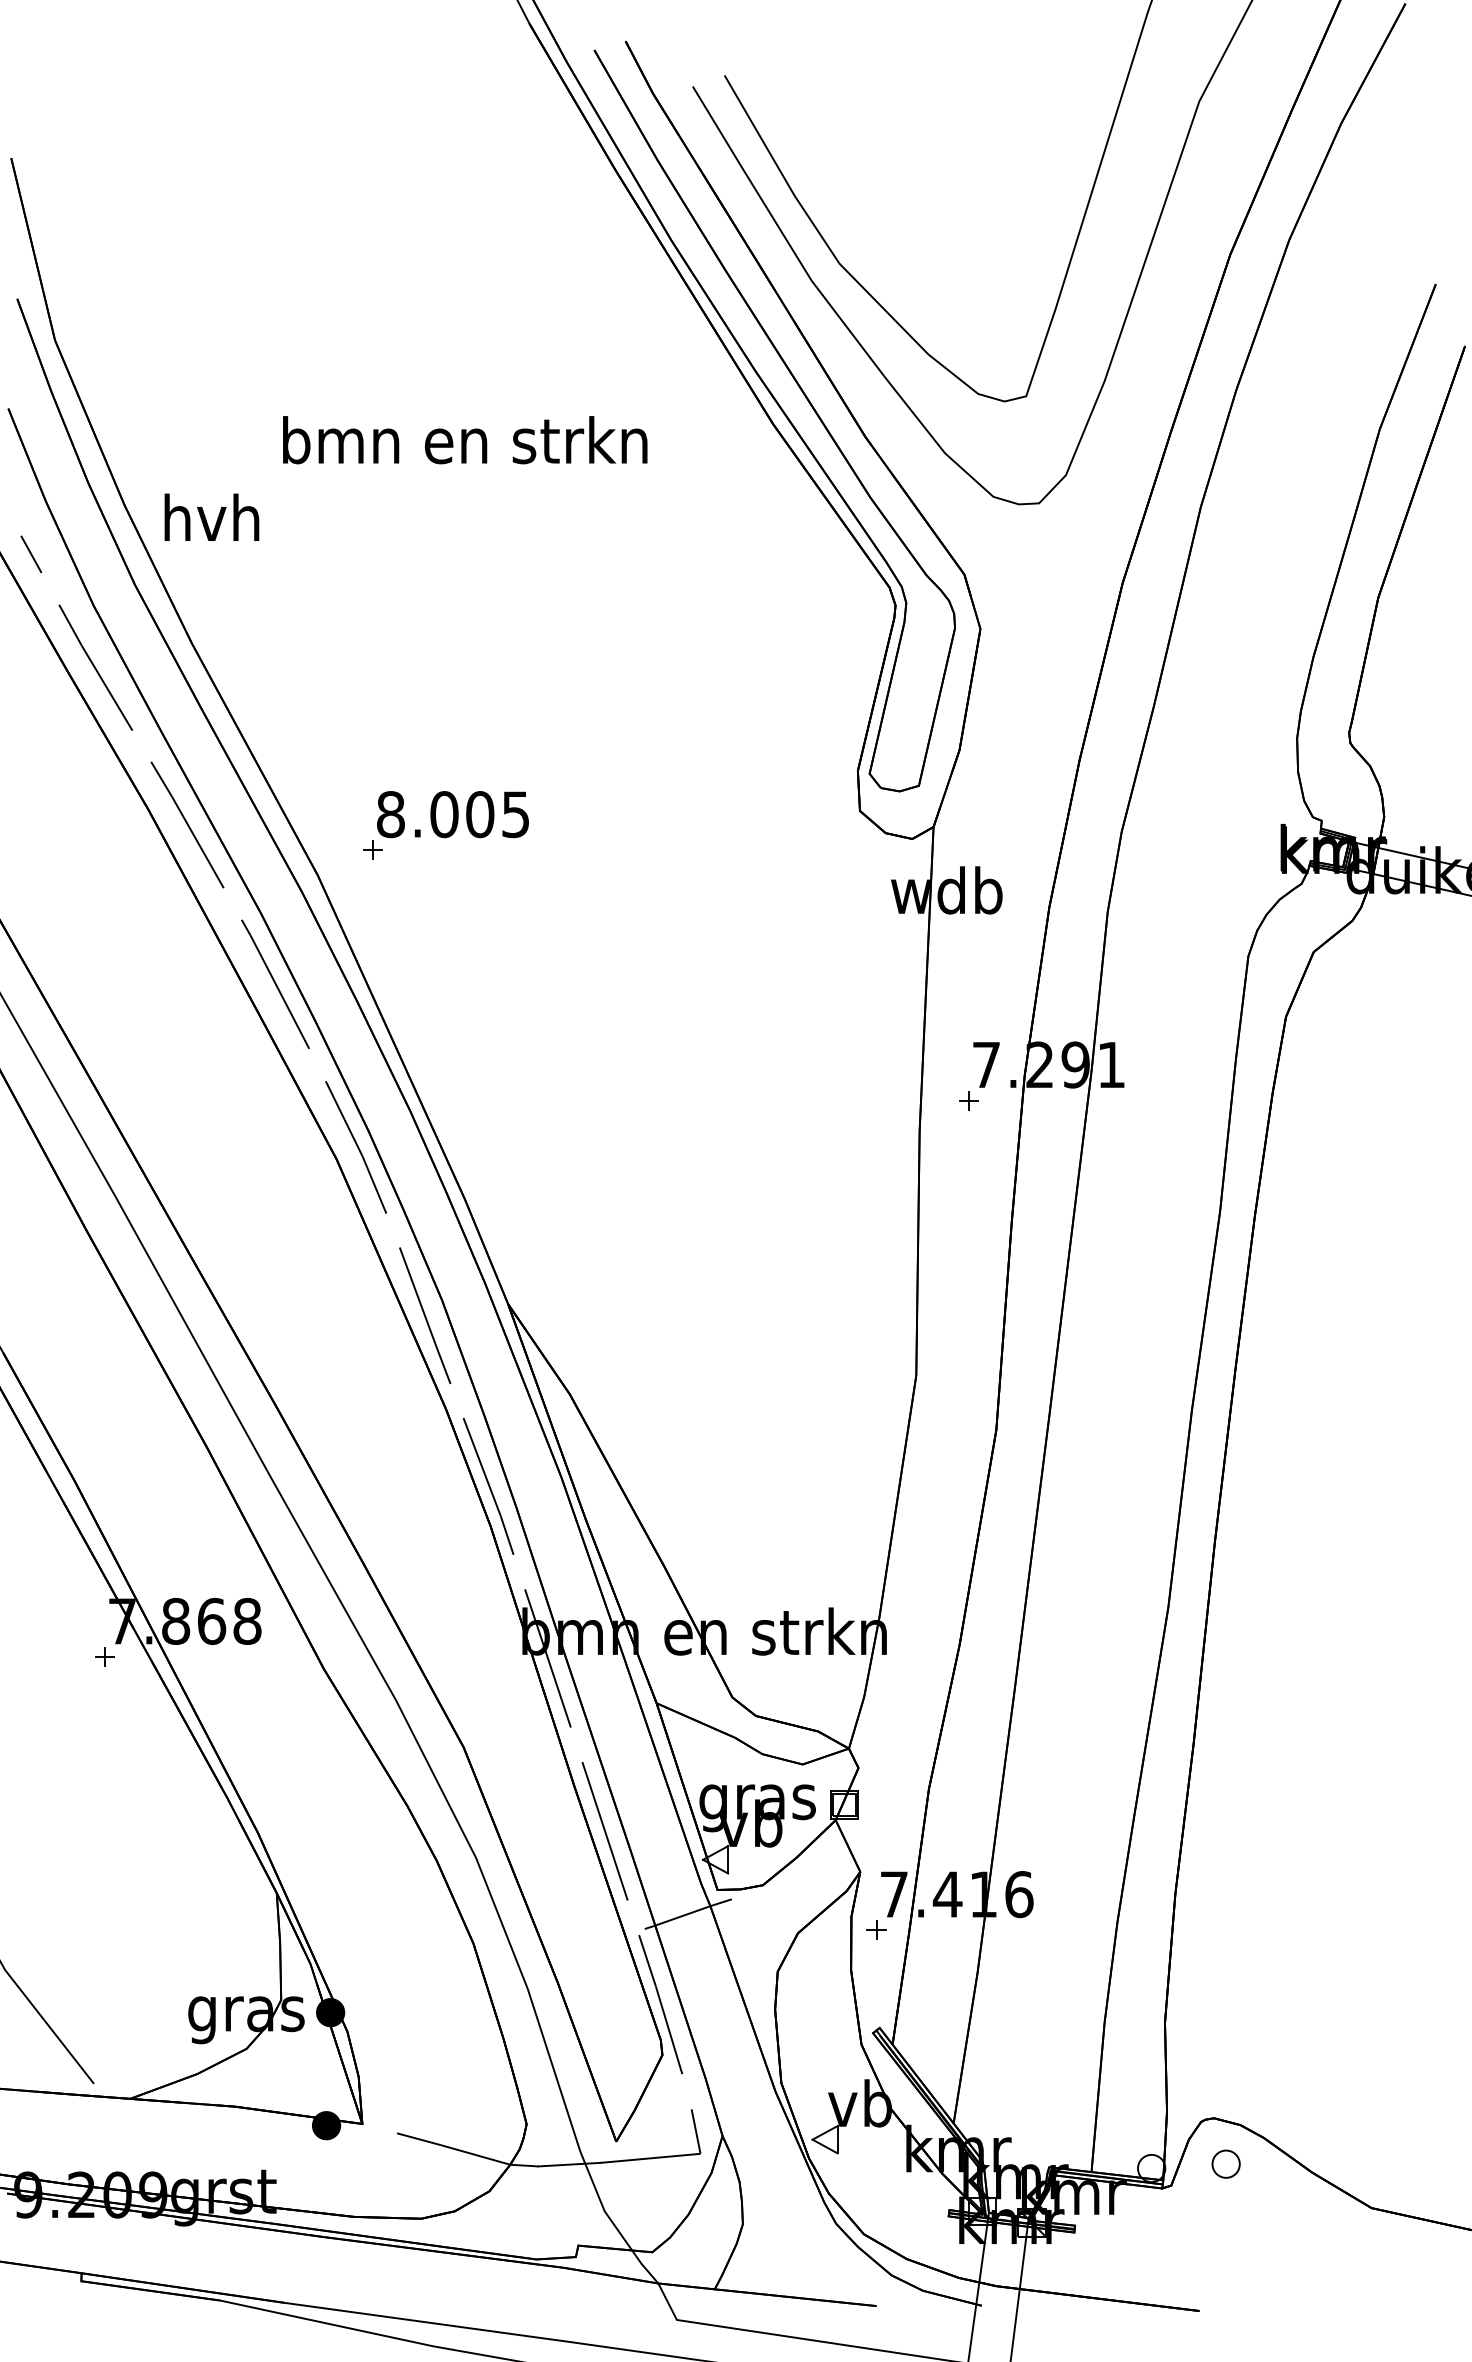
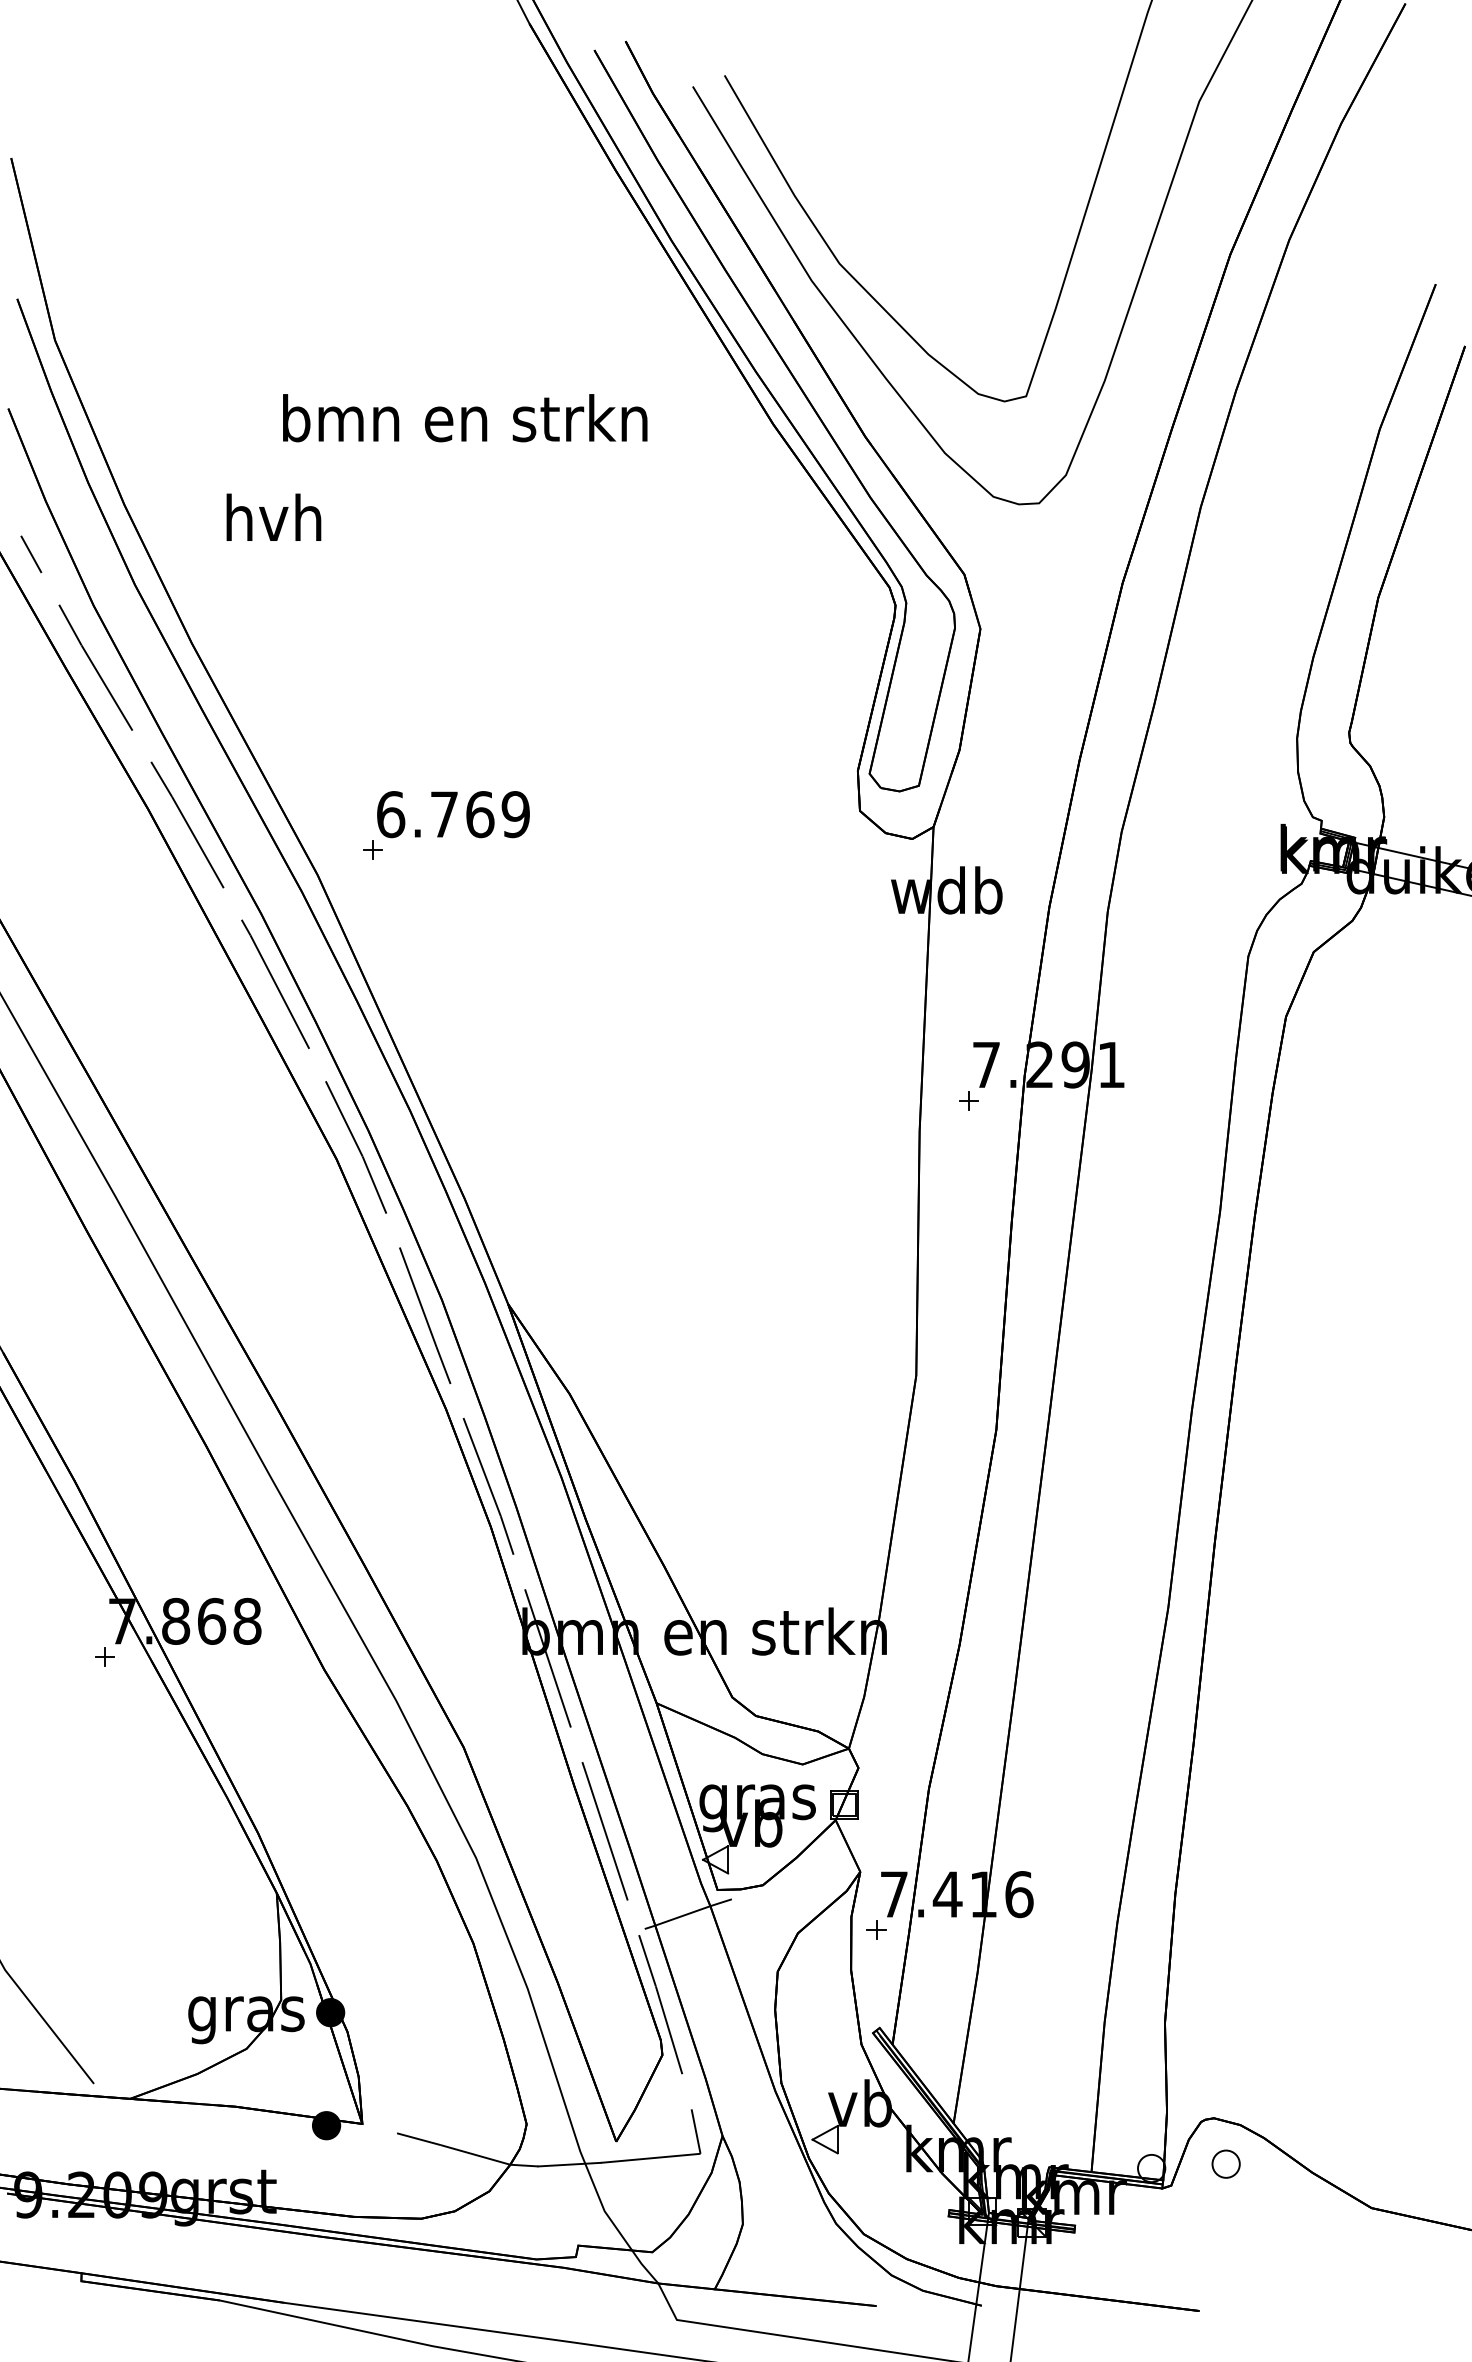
text at (465, 440) position: (465, 440) -> (465, 418)
text at (211, 516) position: (211, 516) -> (273, 516)
text at (453, 814): 8.005 -> 6.769
